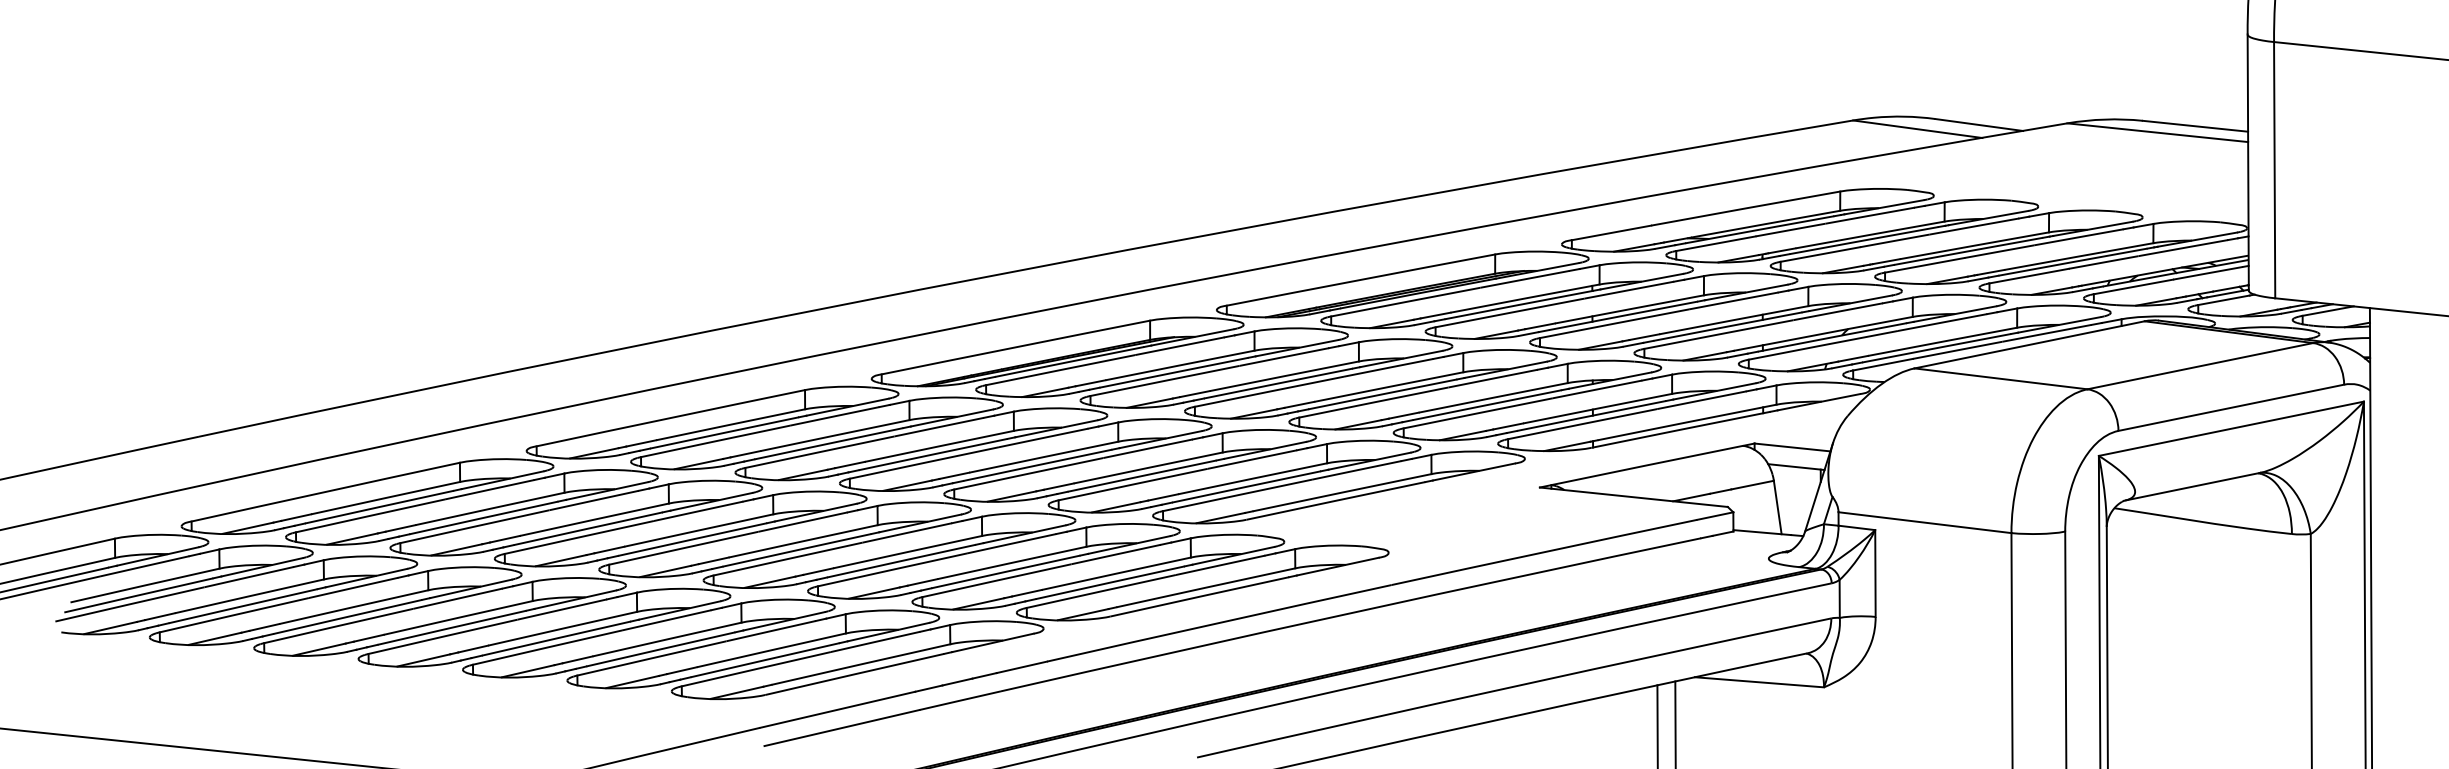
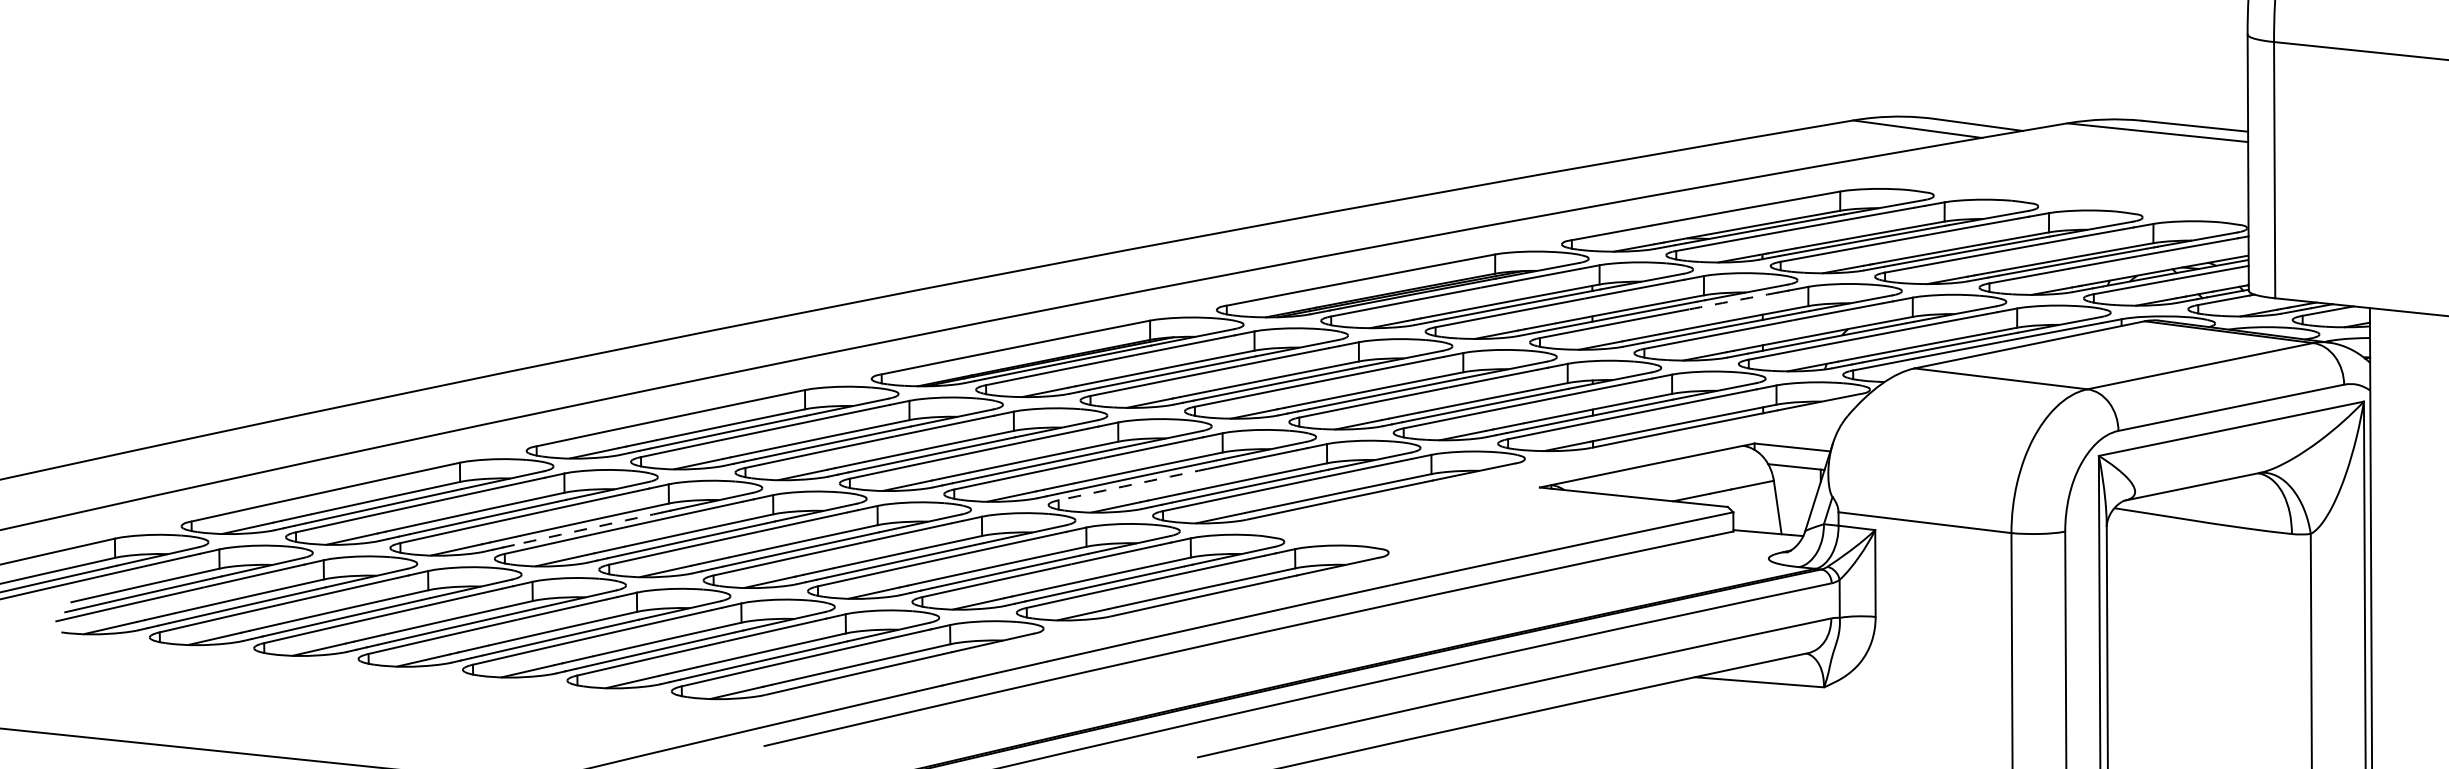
arc at (1733, 300): solid -> dashed
arc at (1133, 484): solid -> dashed
arc at (588, 528): solid -> dashed
line at (1675, 723): present -> none
line at (1657, 725): present -> none
